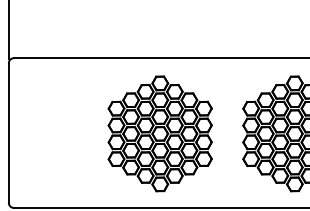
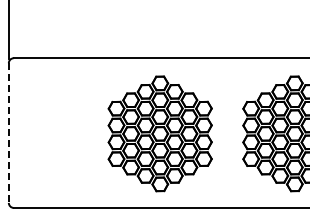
line at (8, 133): solid -> dashed
